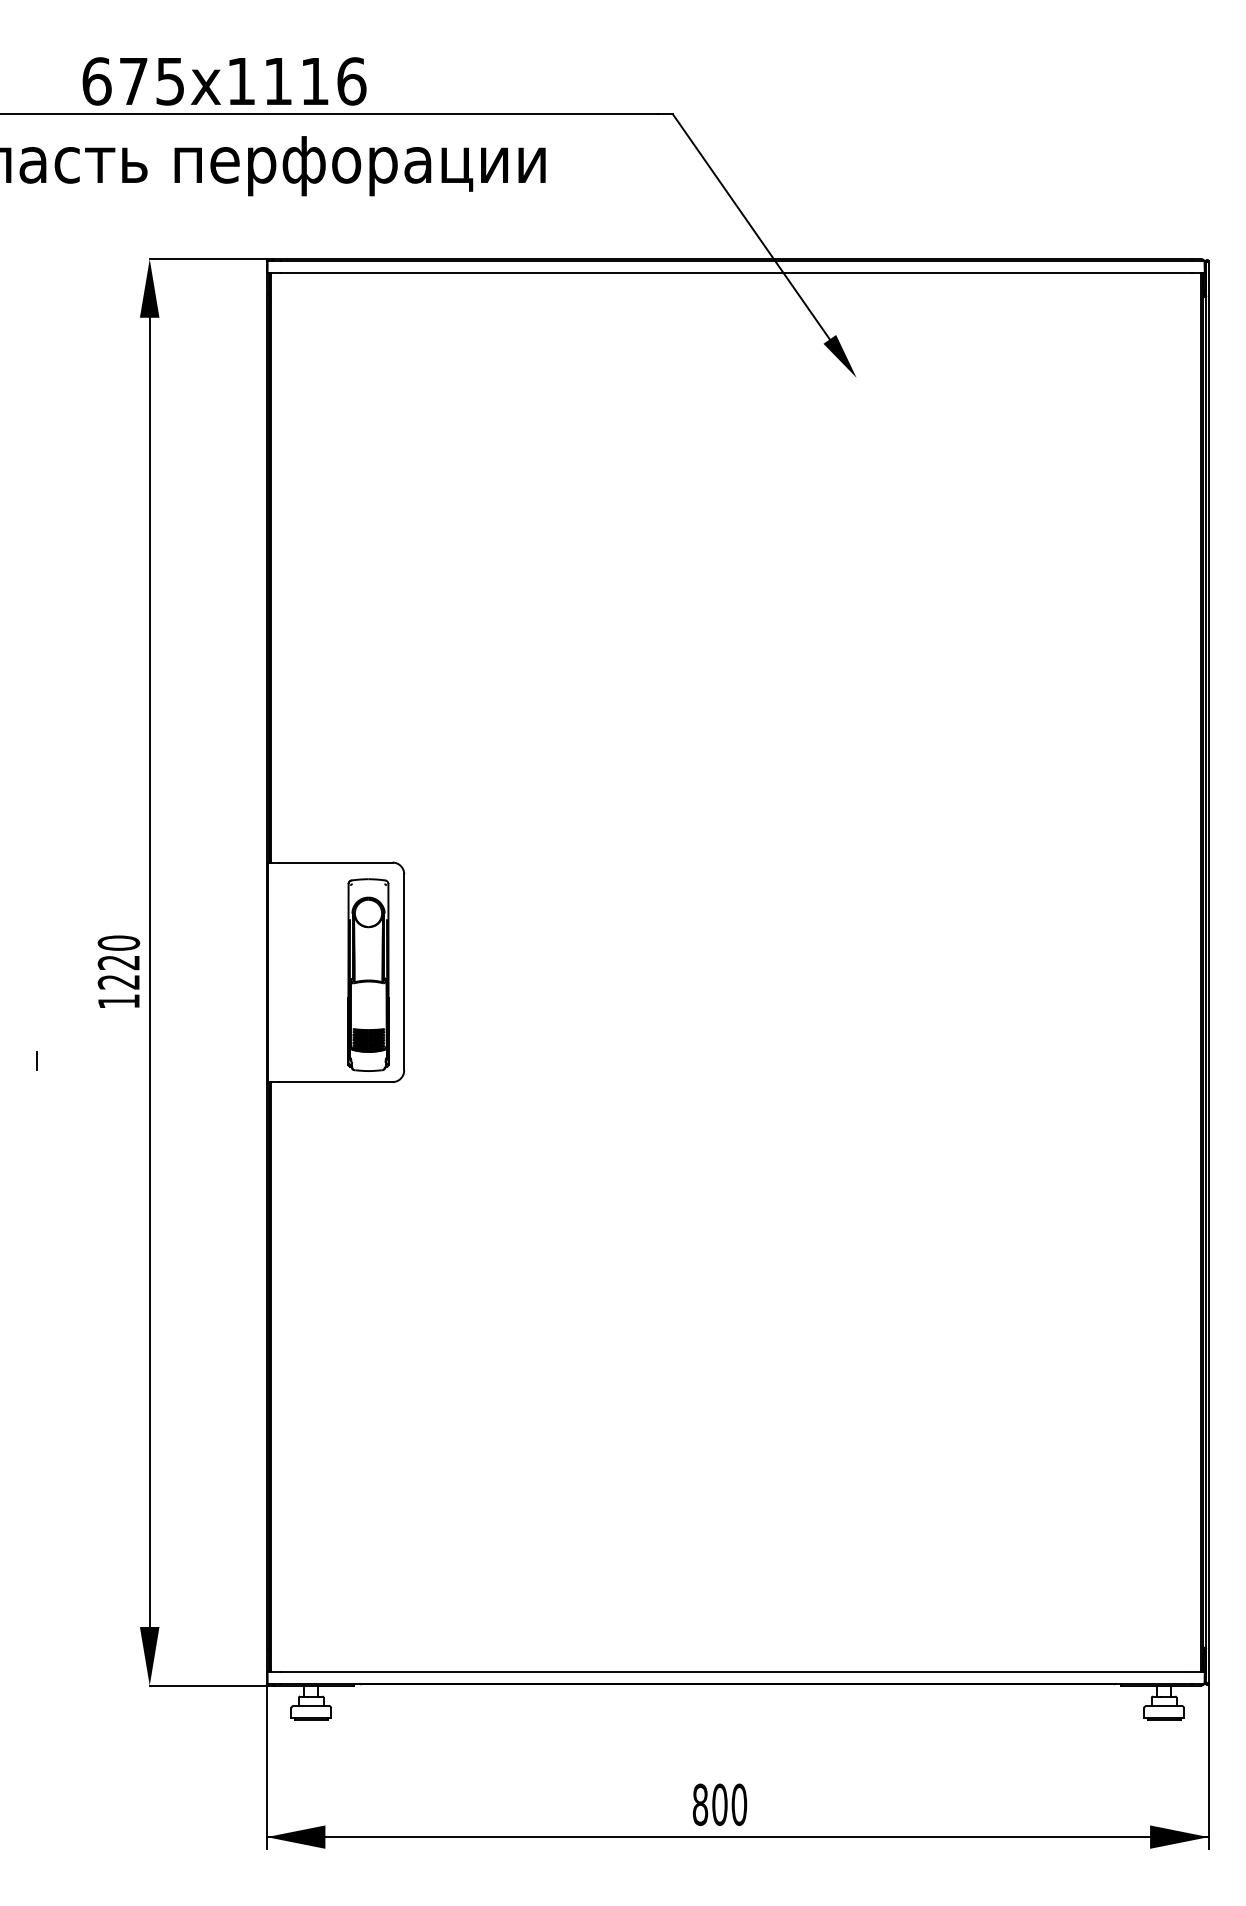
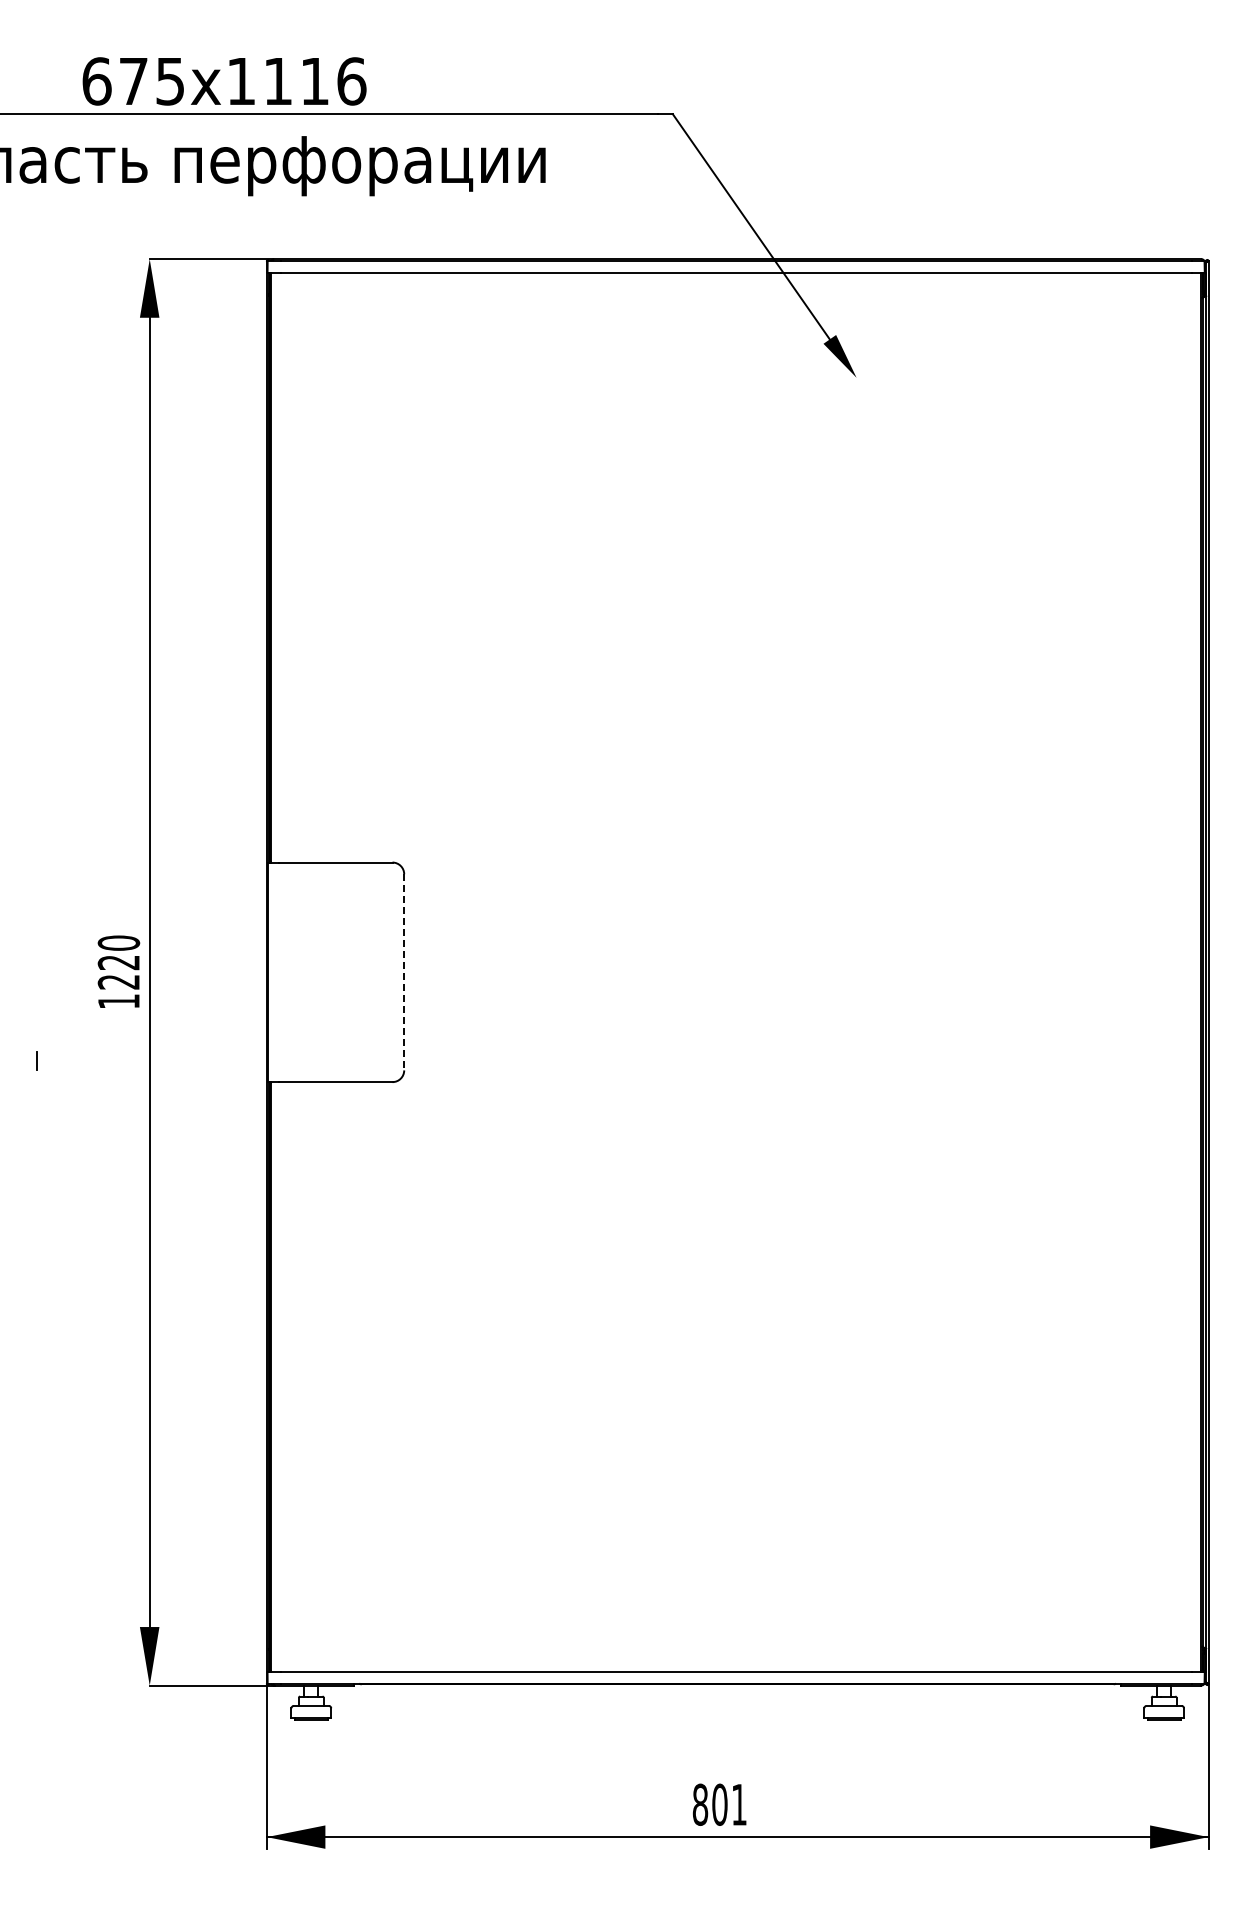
line at (404, 972): solid -> dashed
part at (368, 974): present -> none
text at (739, 1804): 800 -> 801
